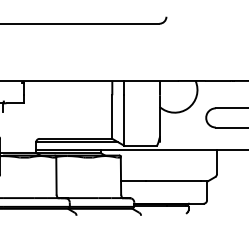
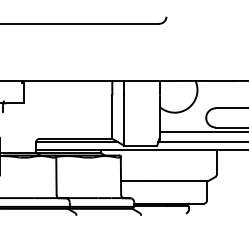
line at (202, 131): none -> present
line at (201, 142): none -> present
